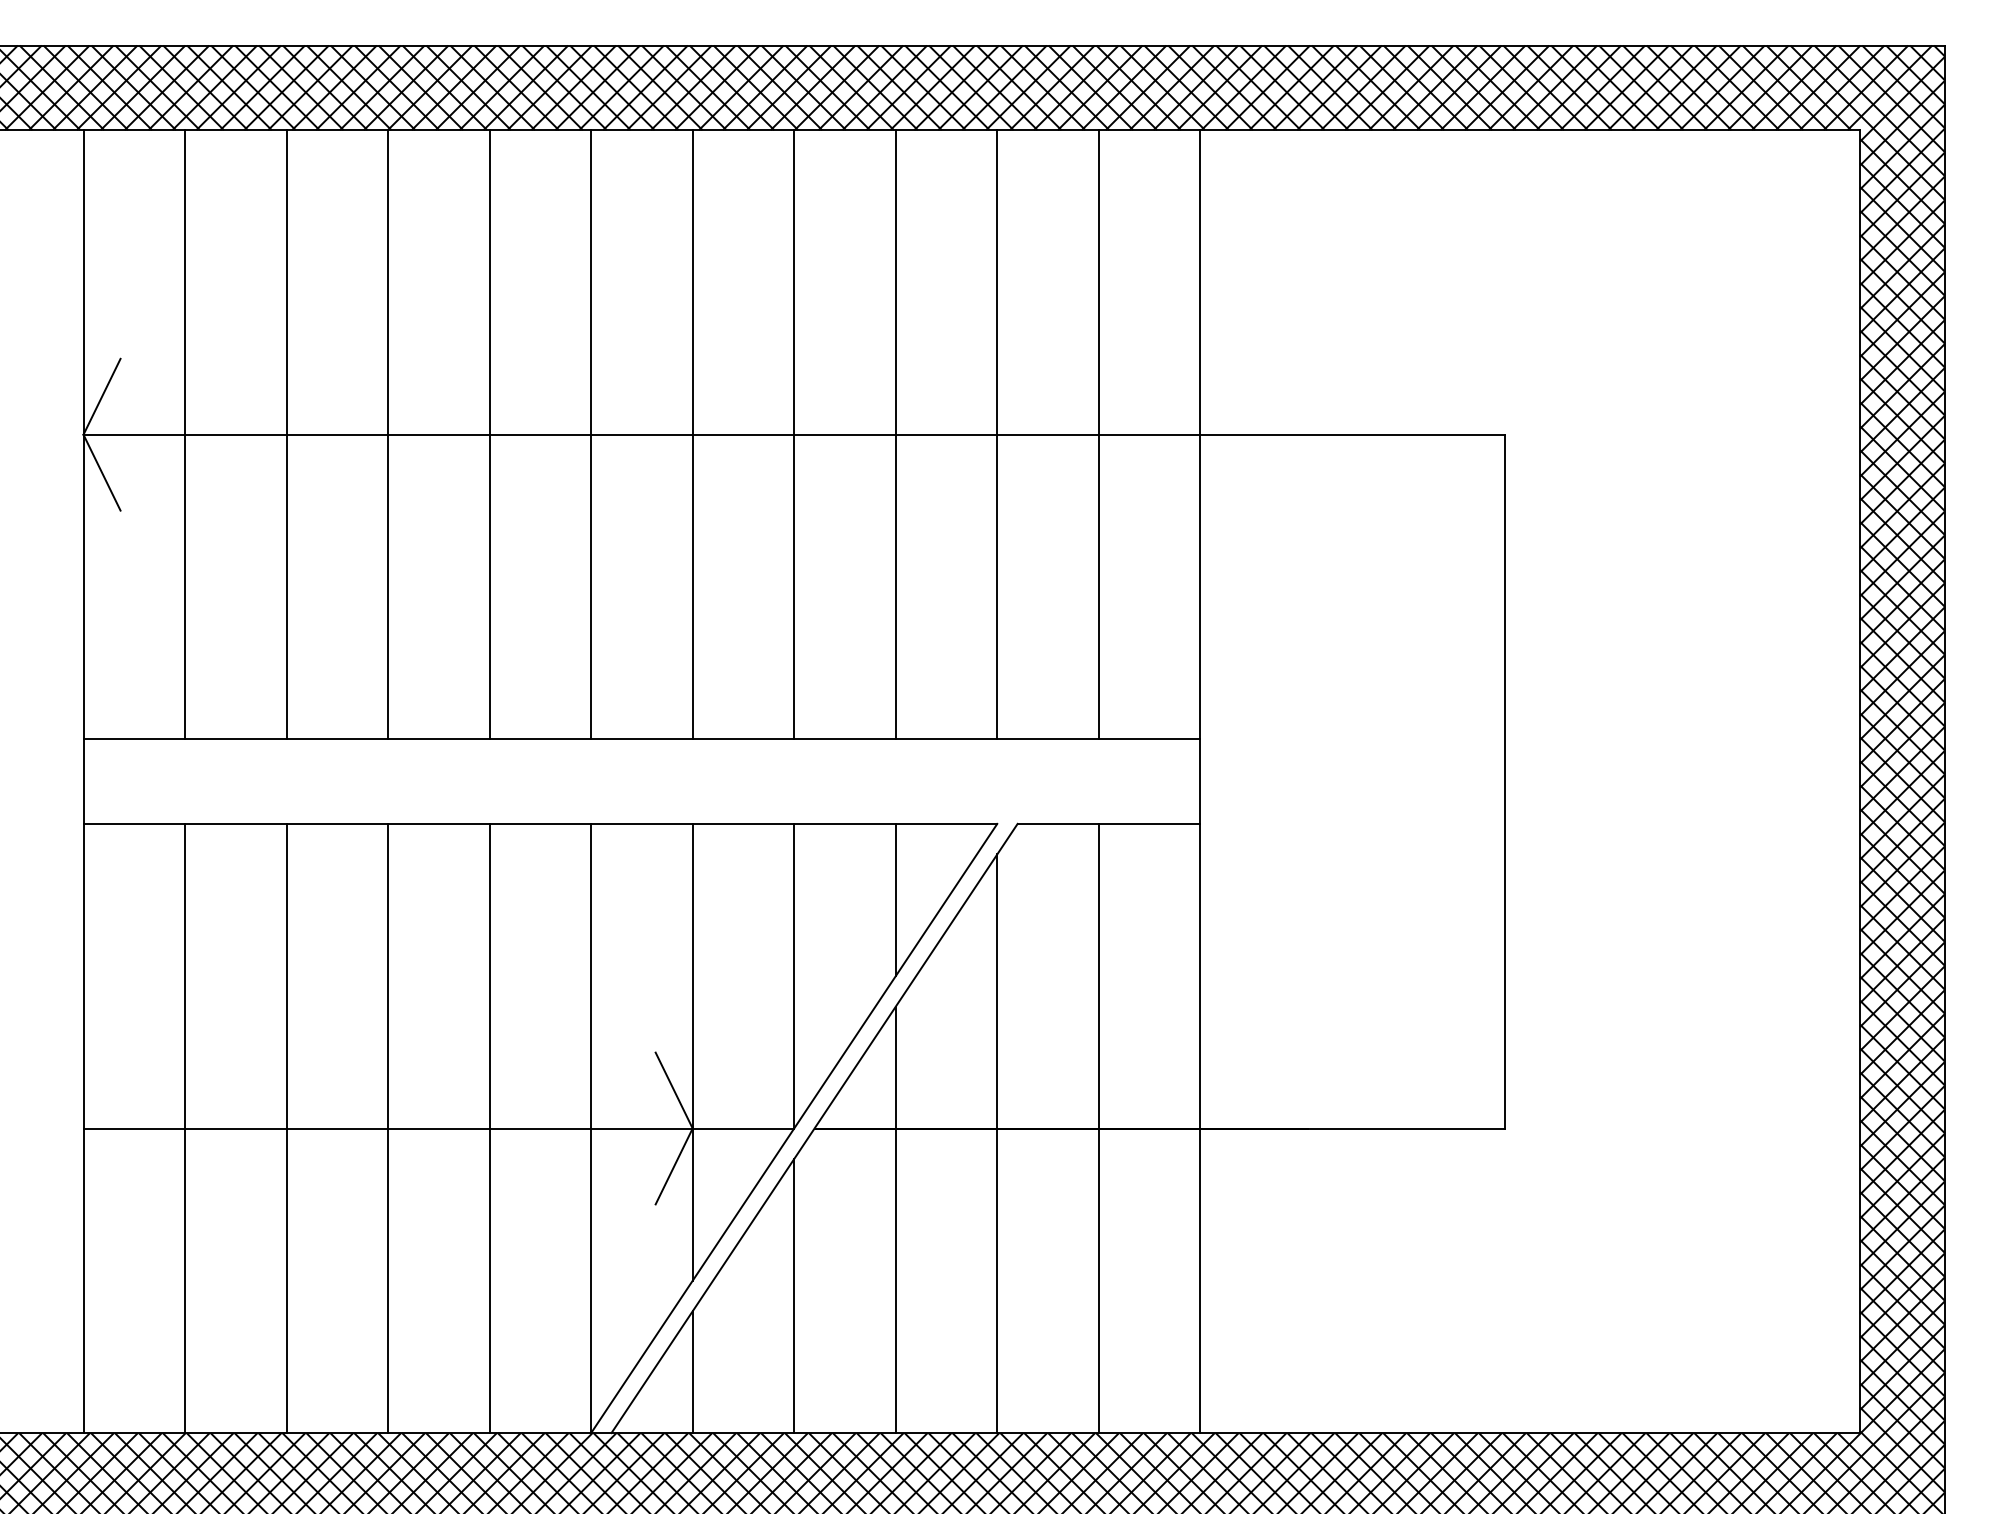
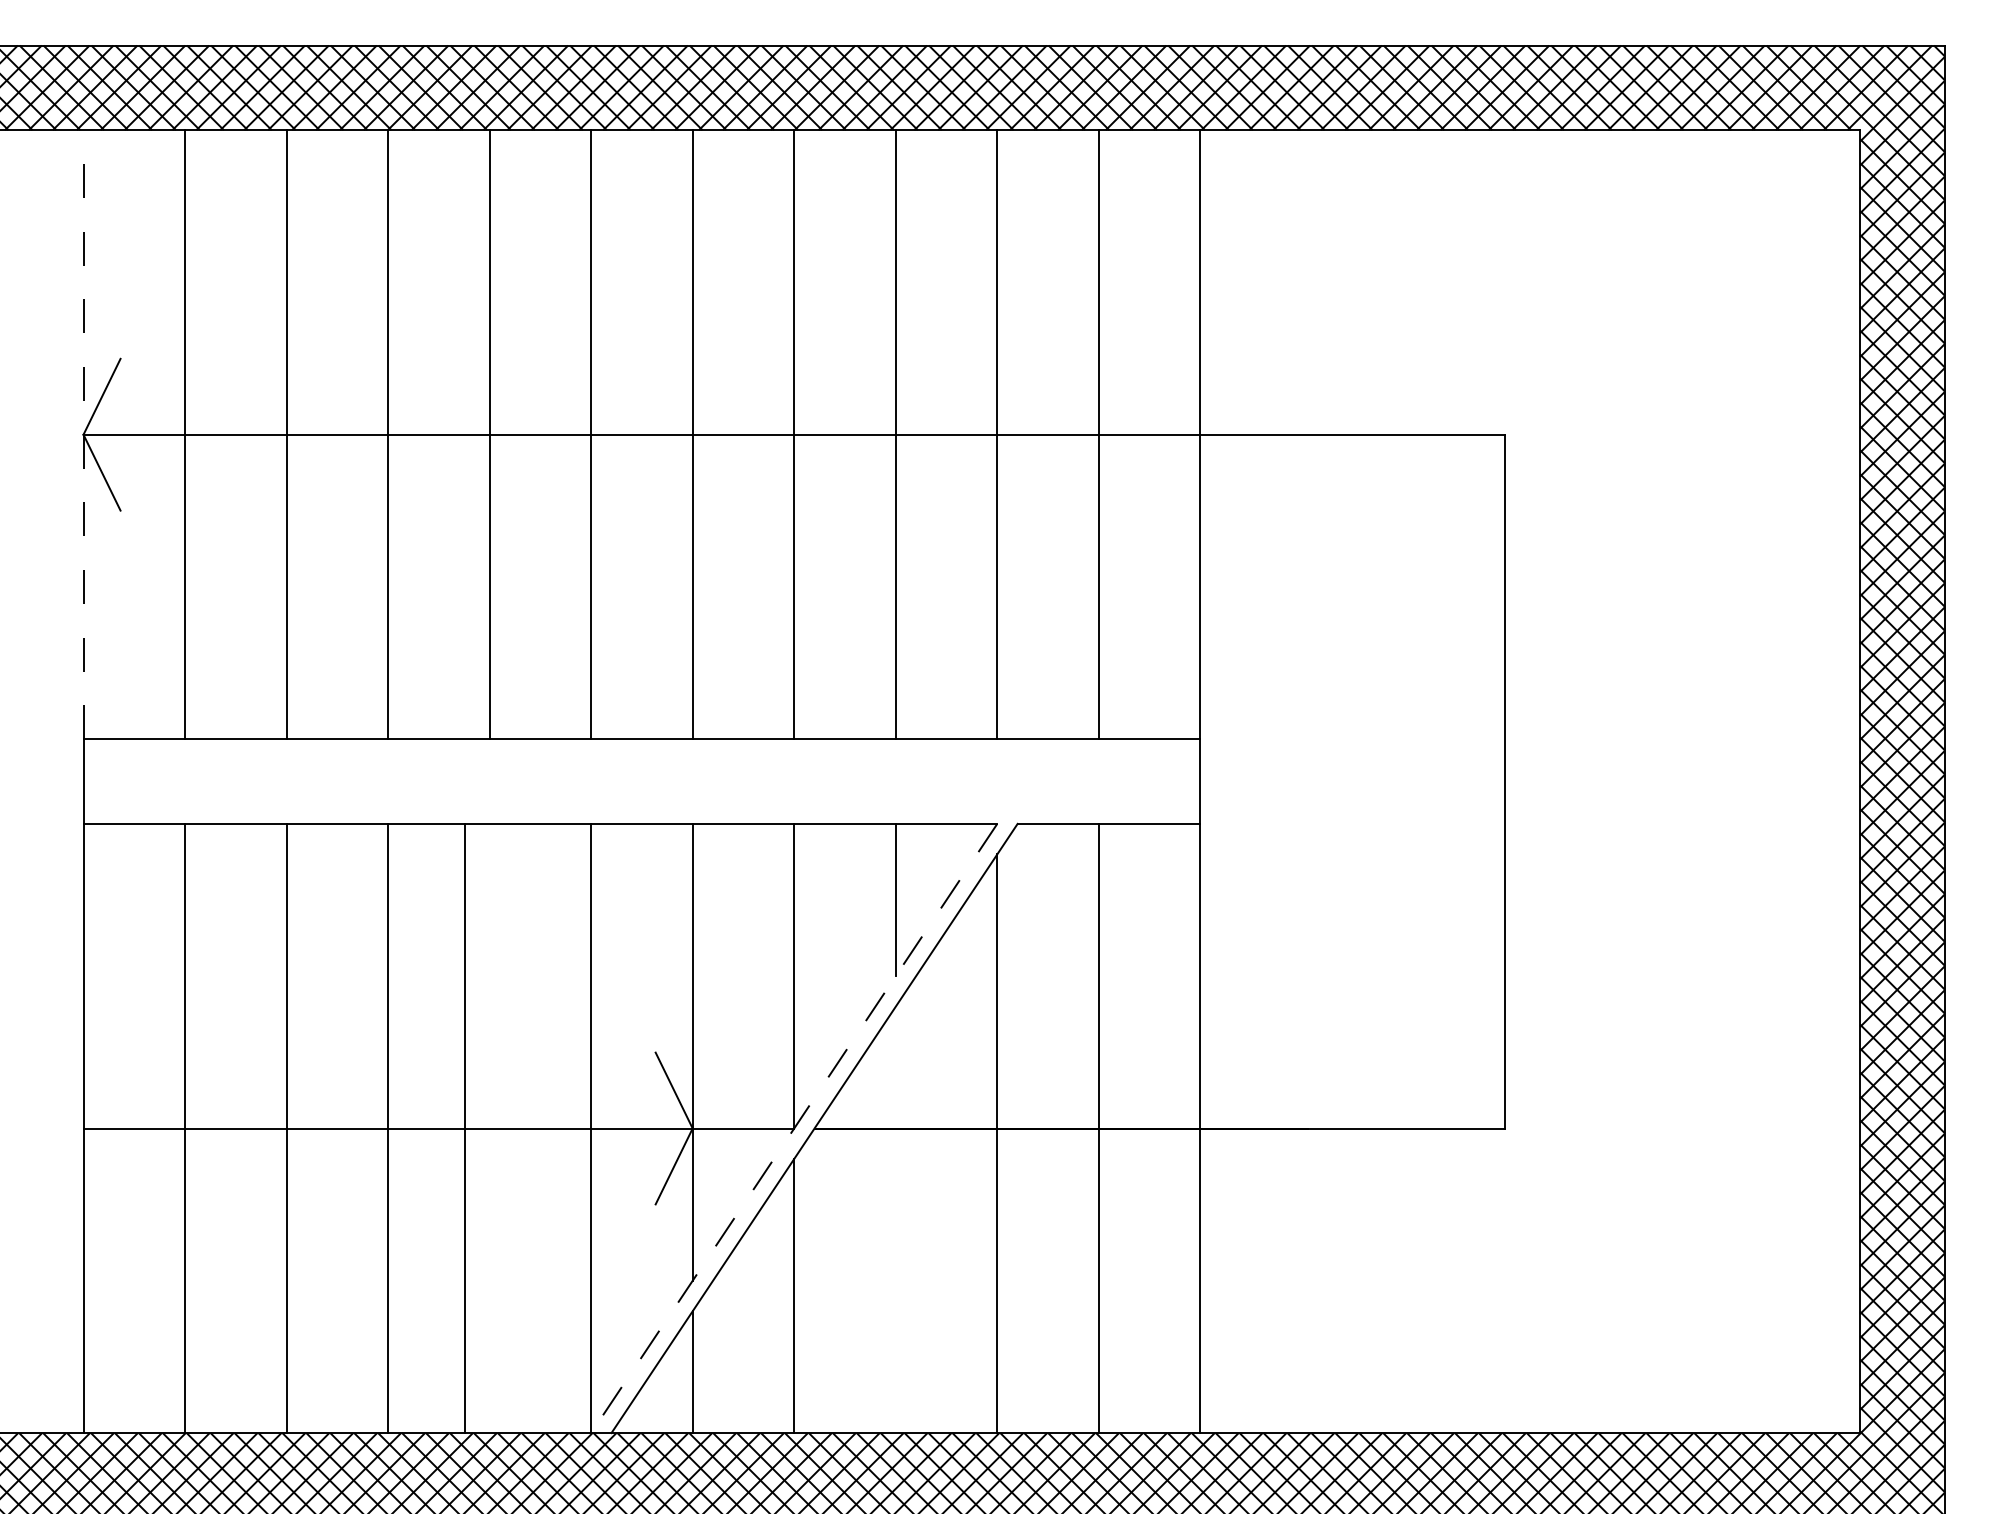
line at (83, 434): solid -> dashed
line at (489, 1128) position: (489, 1128) -> (464, 1128)
line at (793, 1128): solid -> dashed
line at (895, 1219): present -> none
